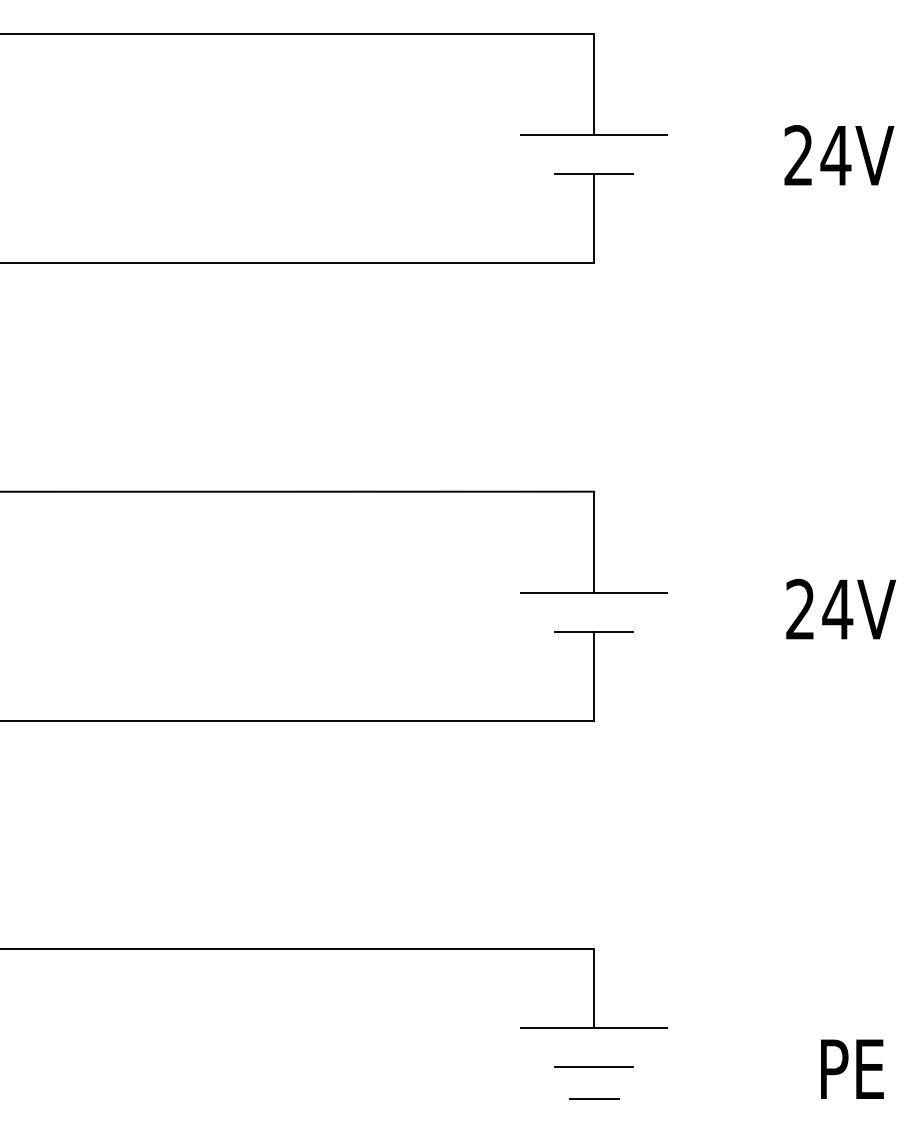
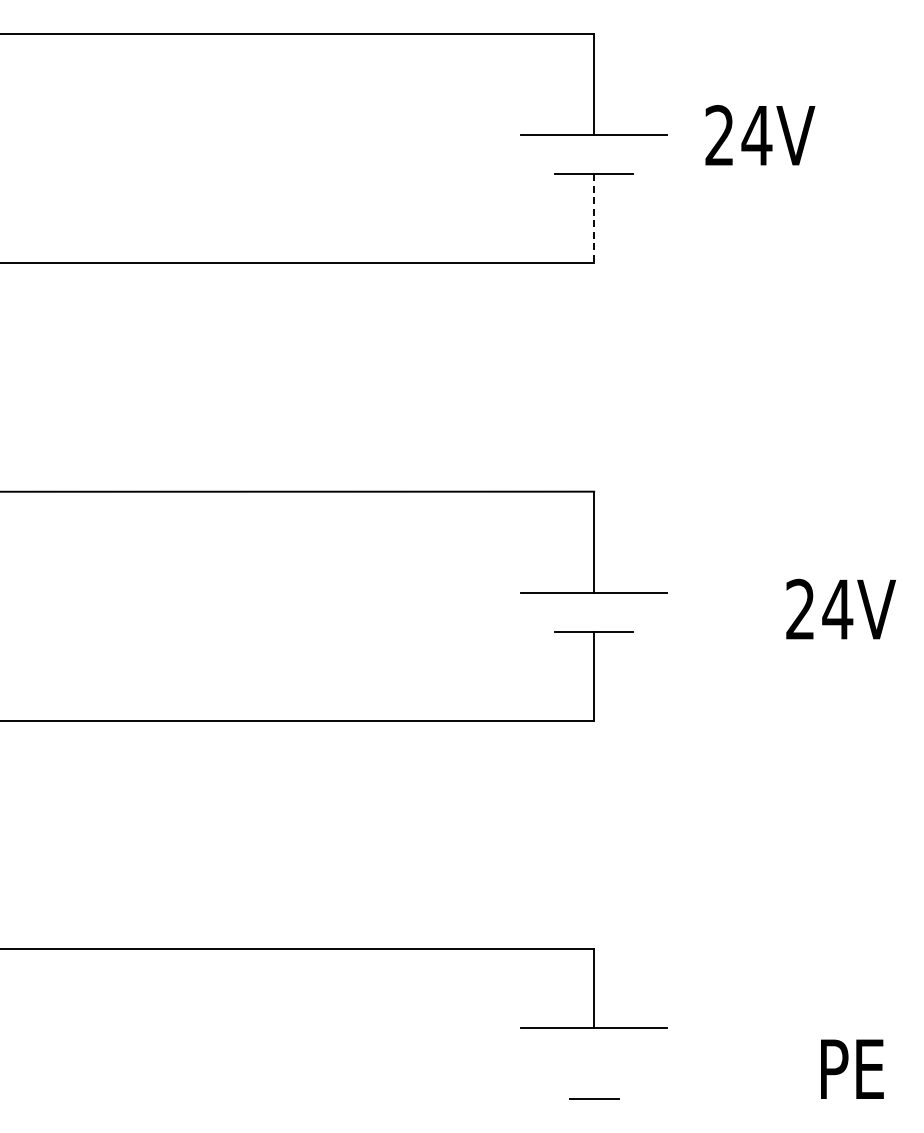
text at (839, 155) position: (839, 155) -> (760, 135)
line at (594, 218): solid -> dashed
line at (594, 1066): present -> none
